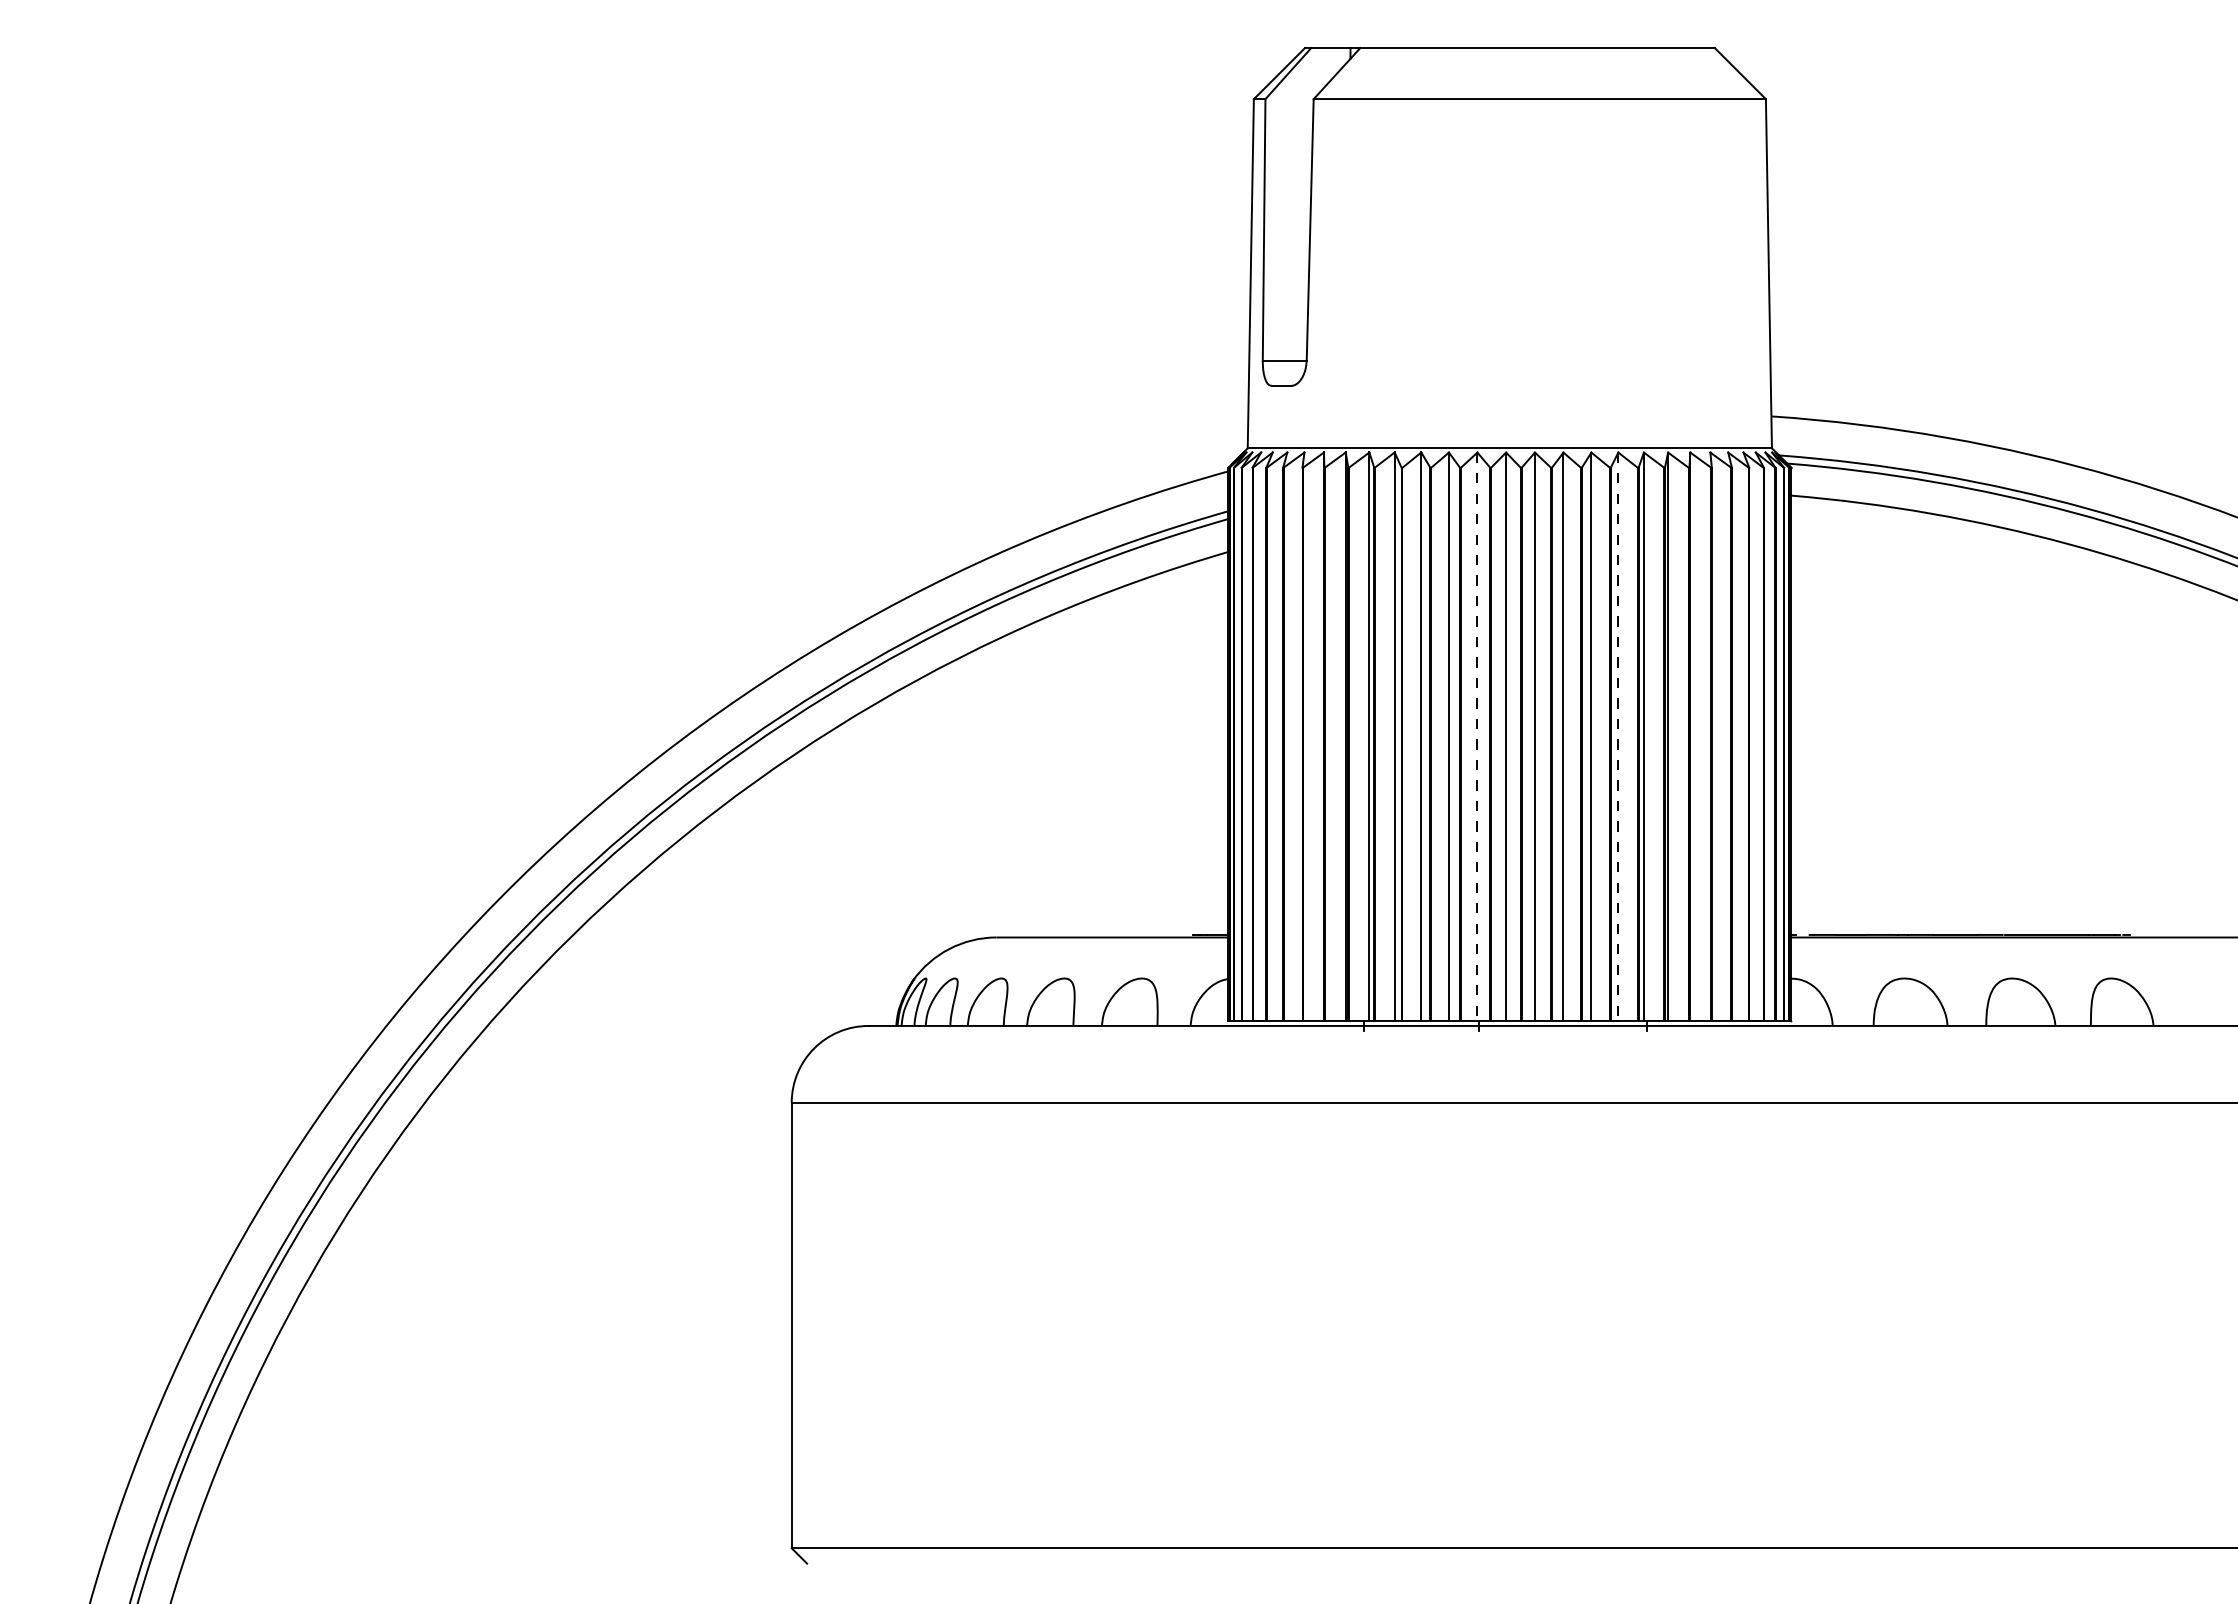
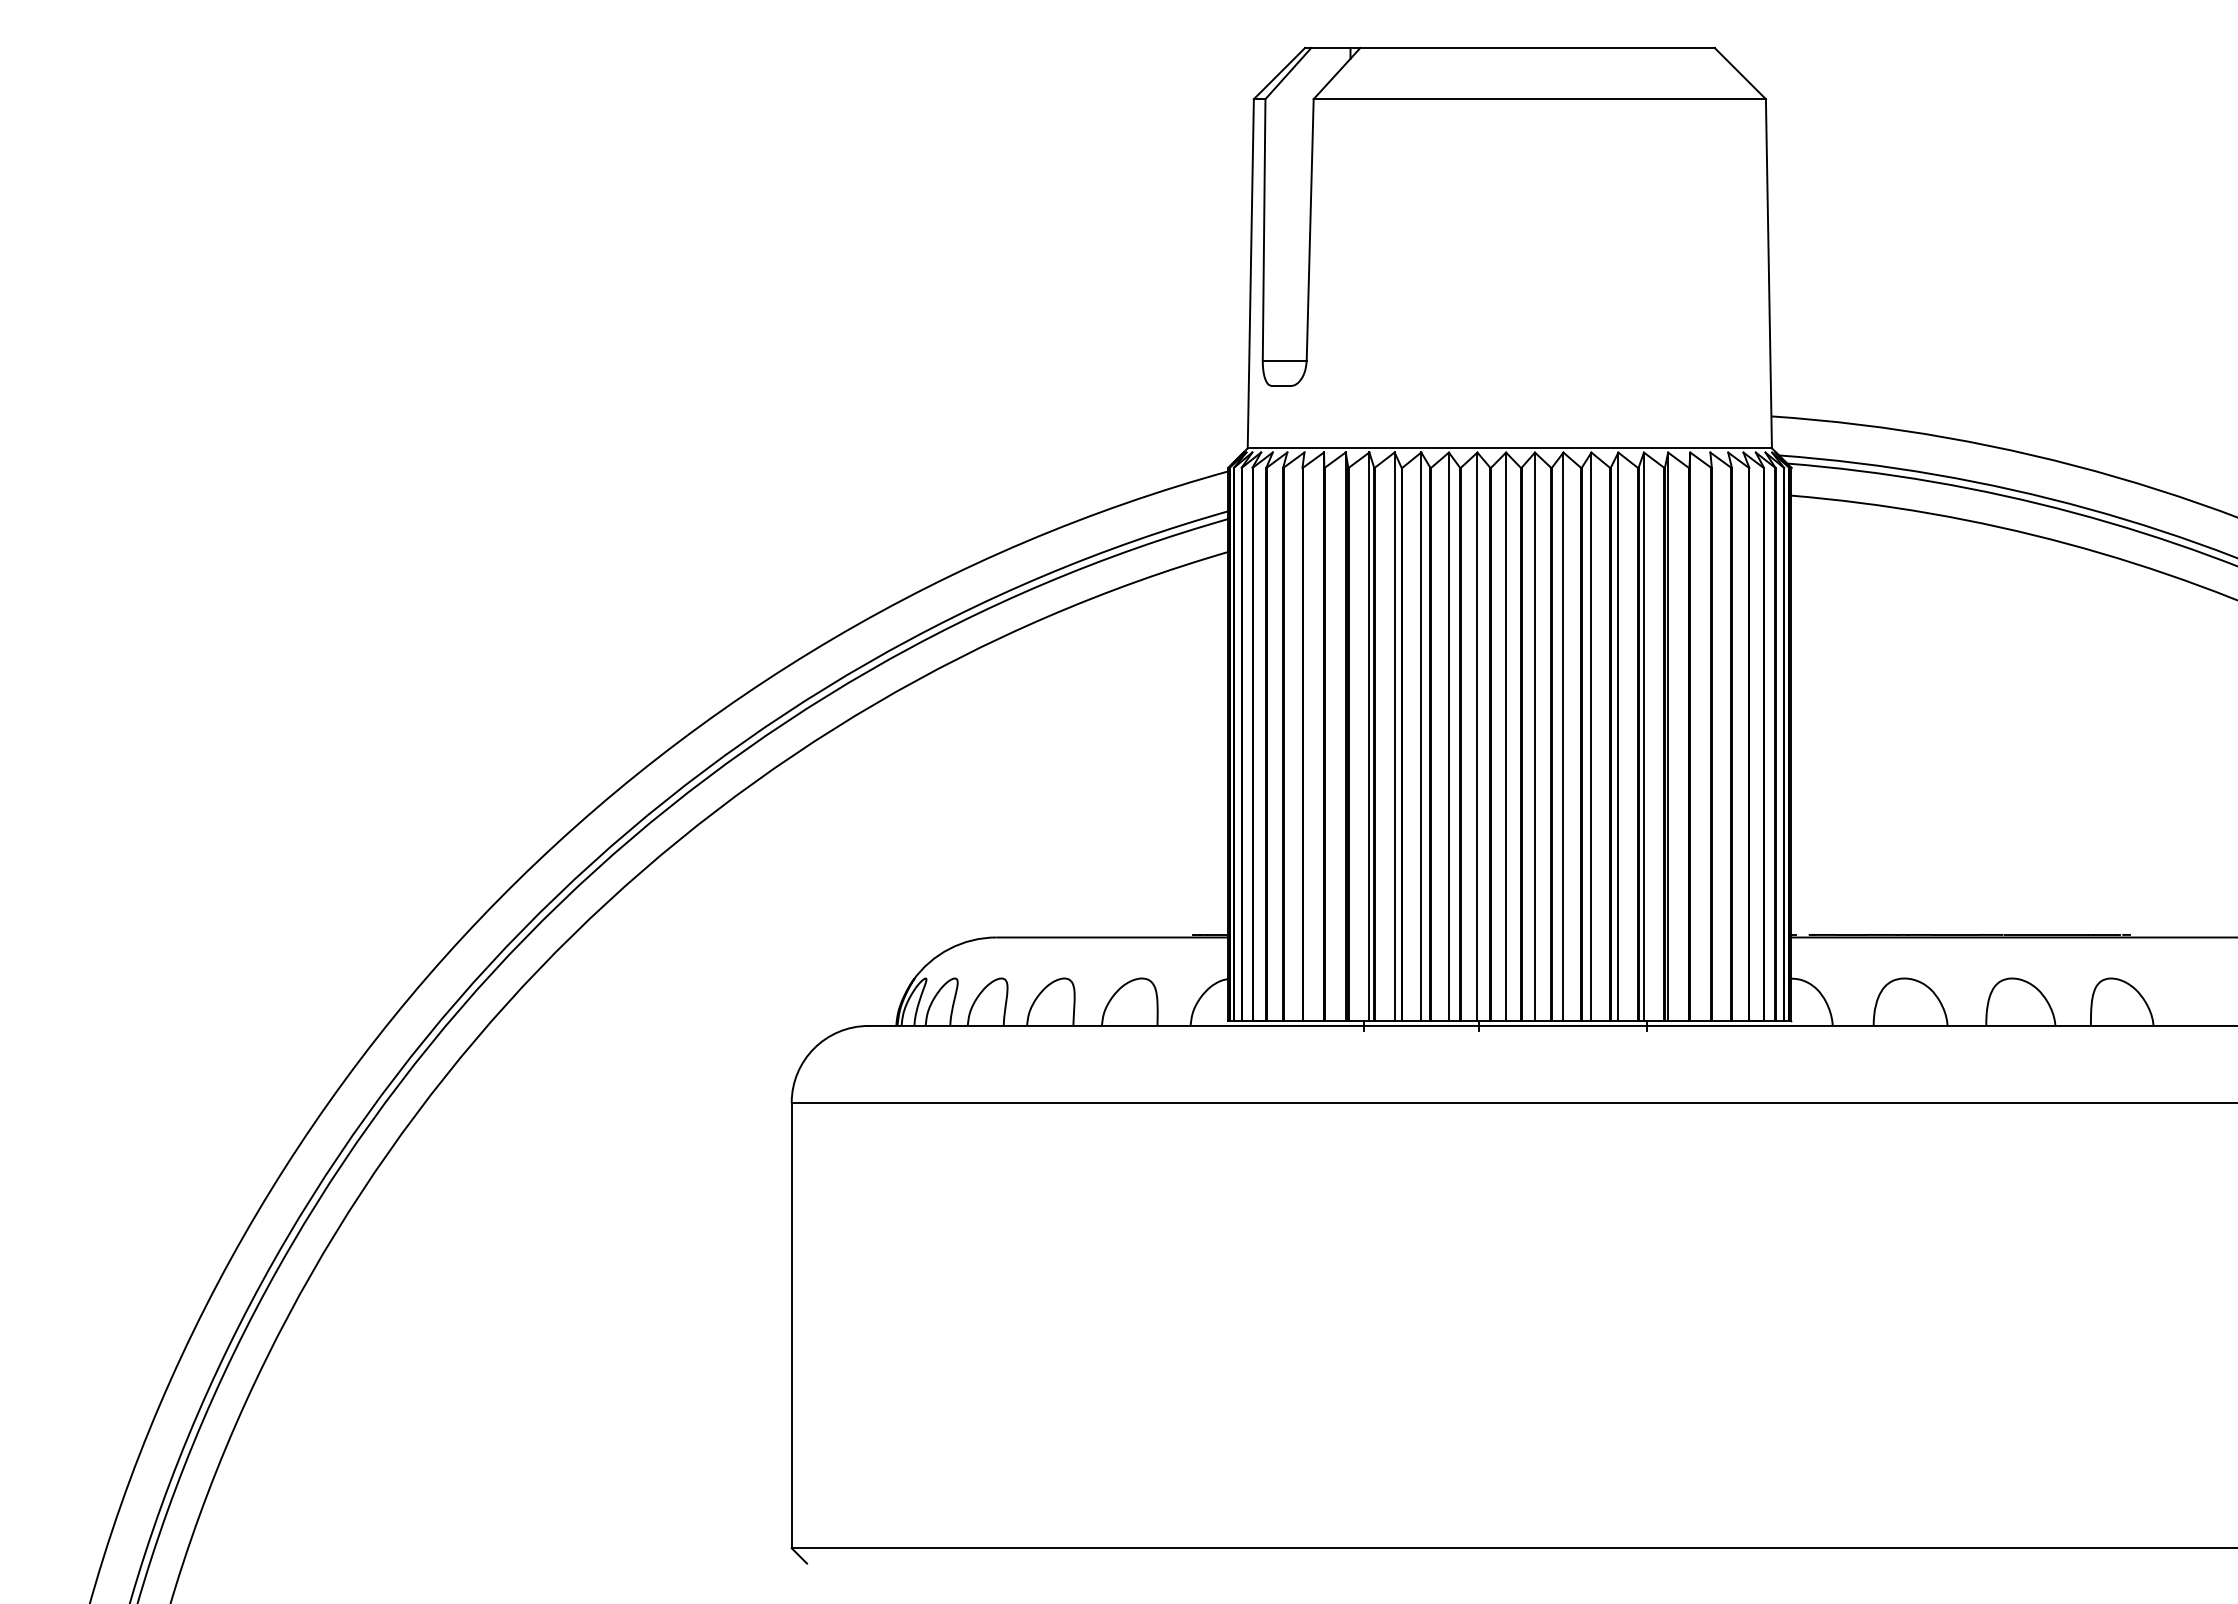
line at (1477, 737): dashed -> solid
line at (1618, 737): dashed -> solid
